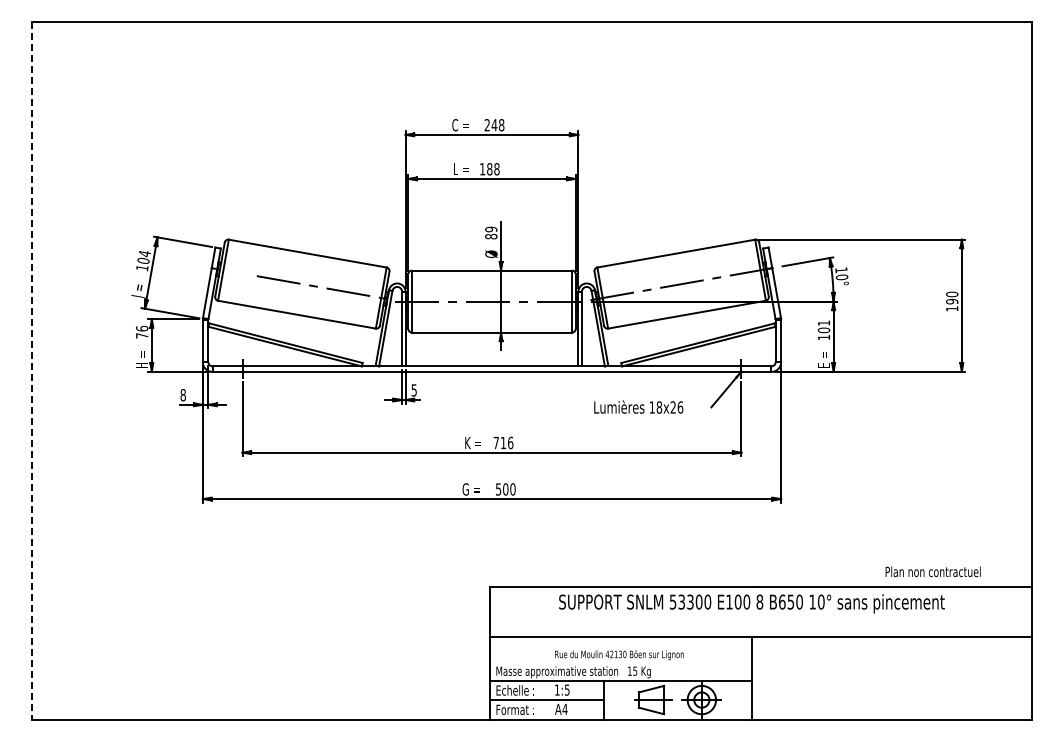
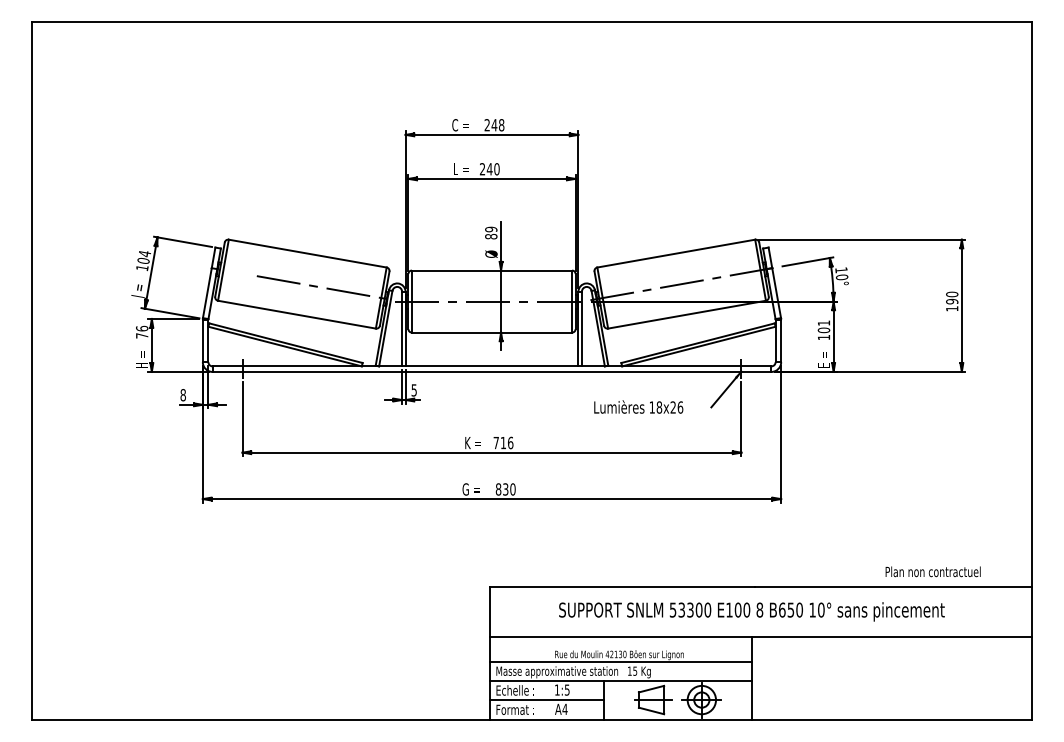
text at (489, 169): 188 -> 240
line at (32, 371): dashed -> solid
text at (501, 489): 500 -> 830
text at (751, 603) position: (751, 603) -> (751, 611)
line at (620, 662): none -> present
